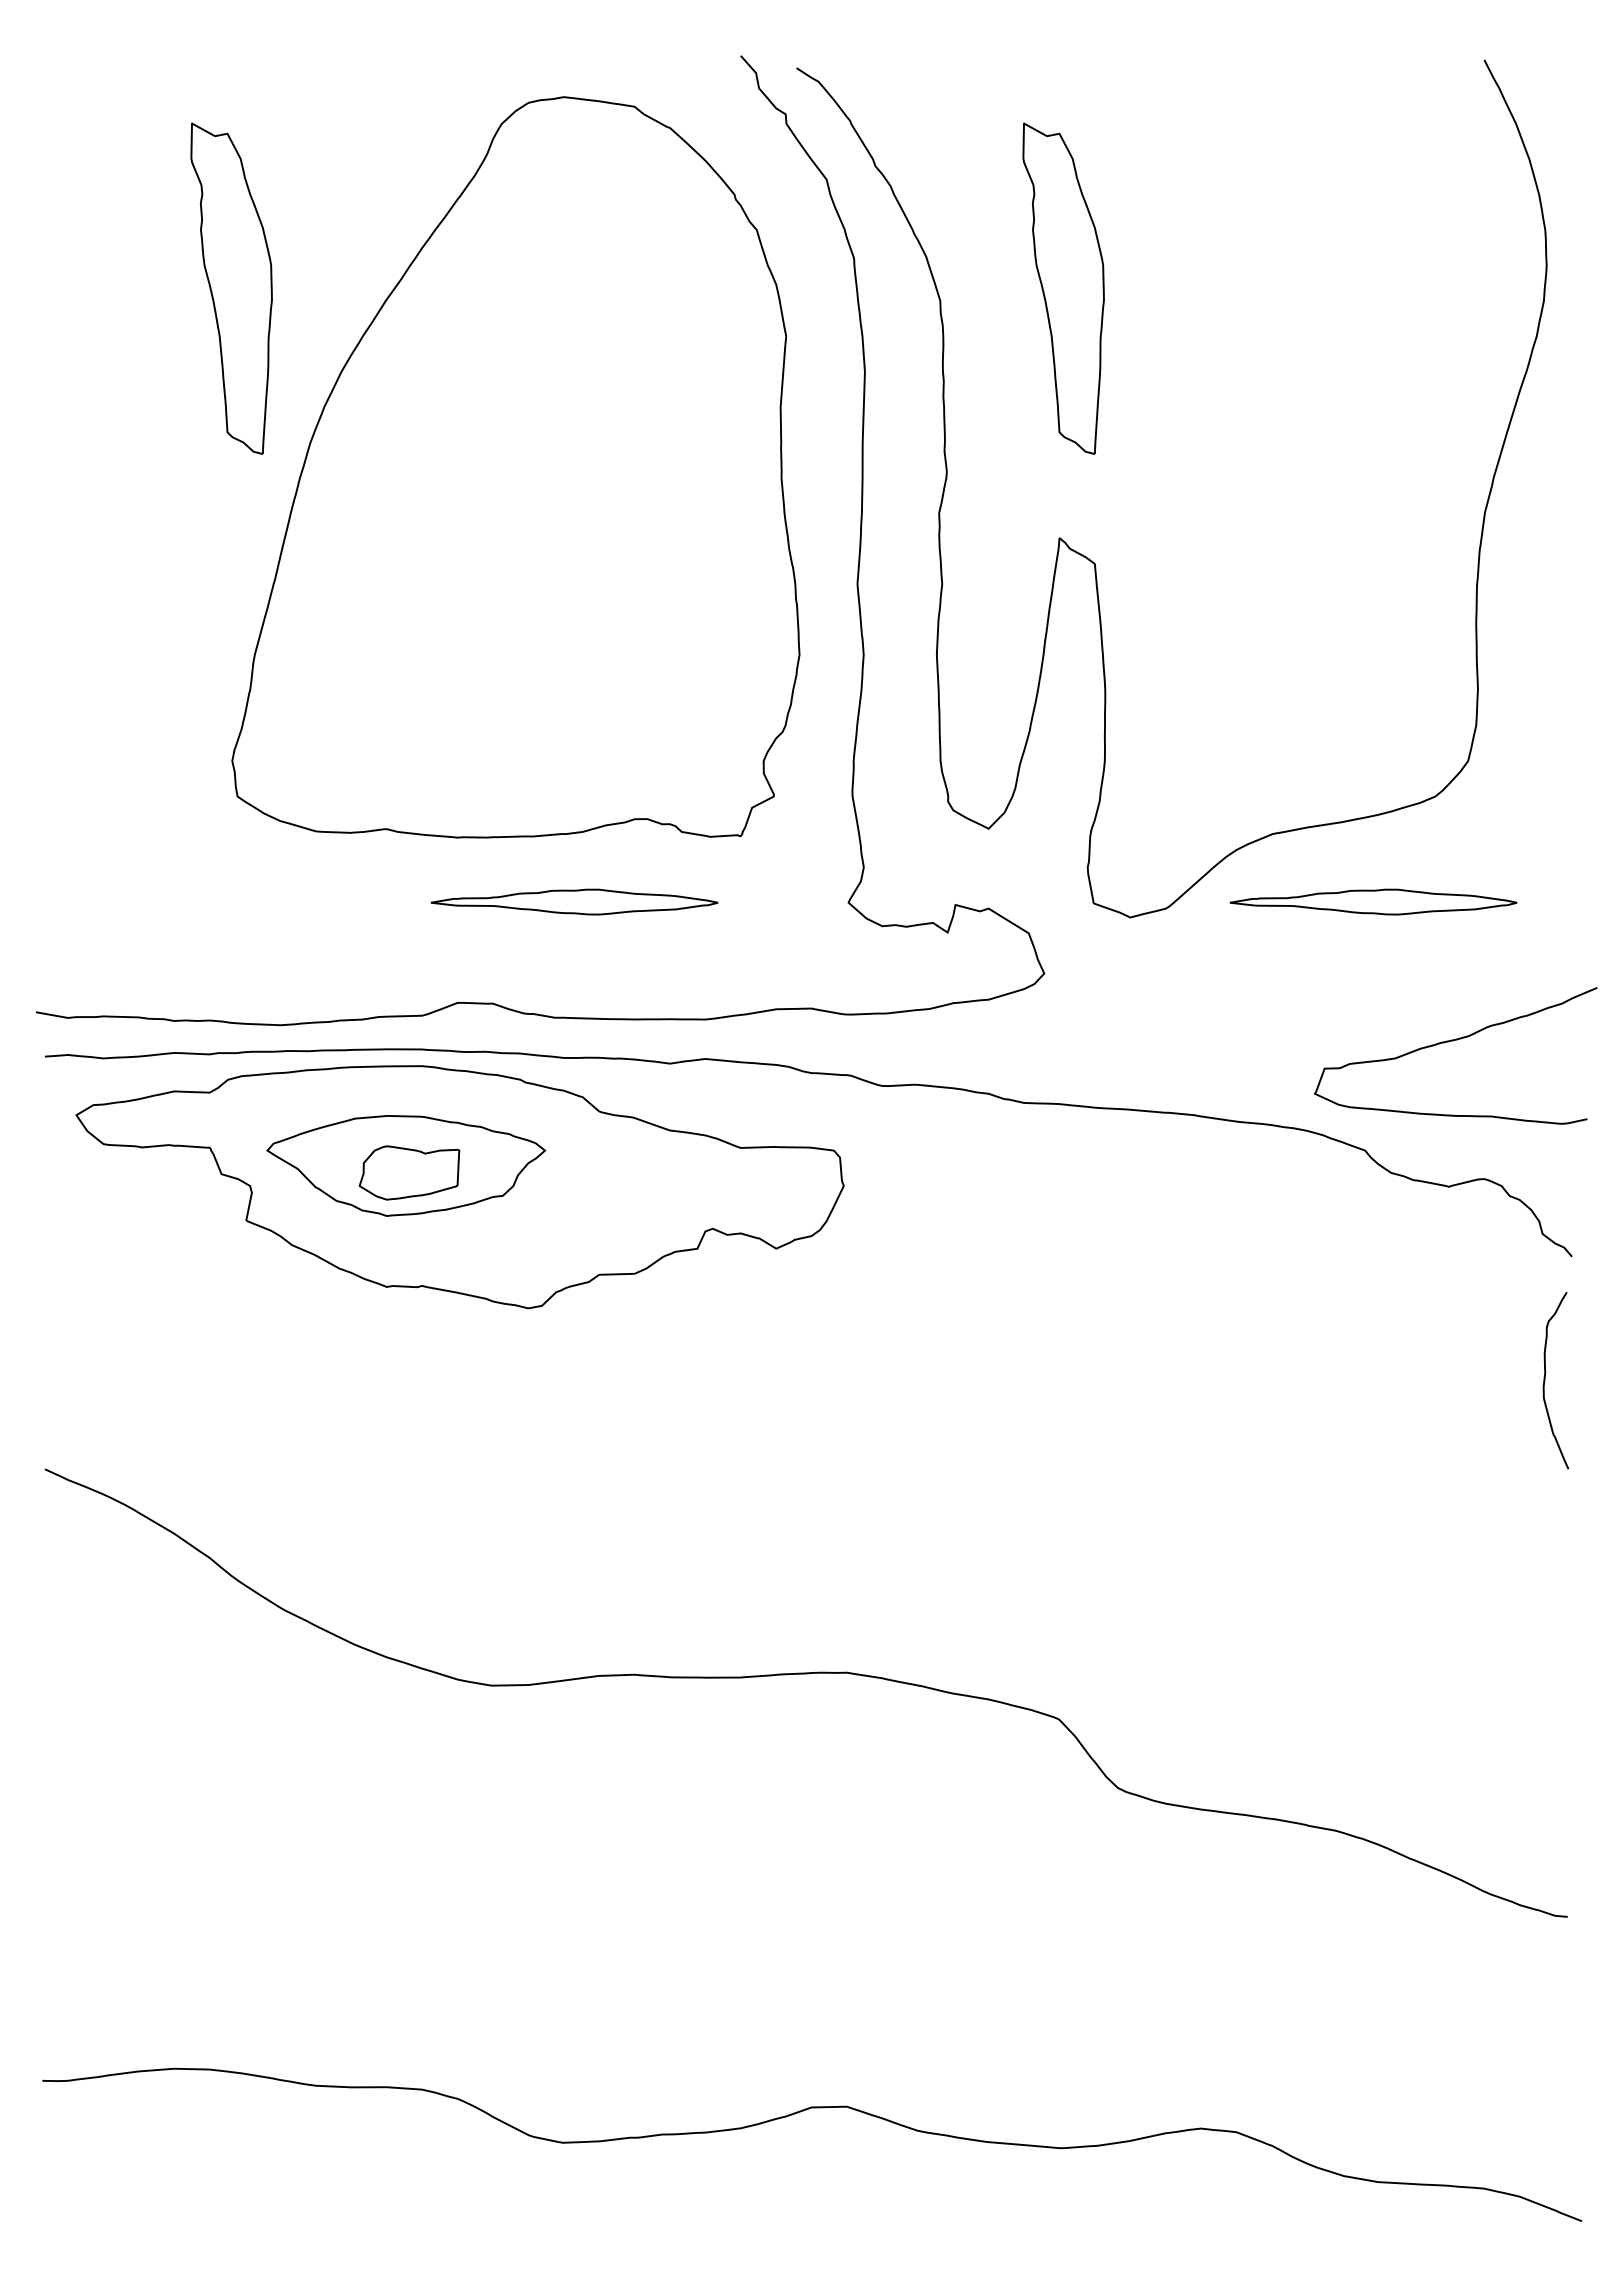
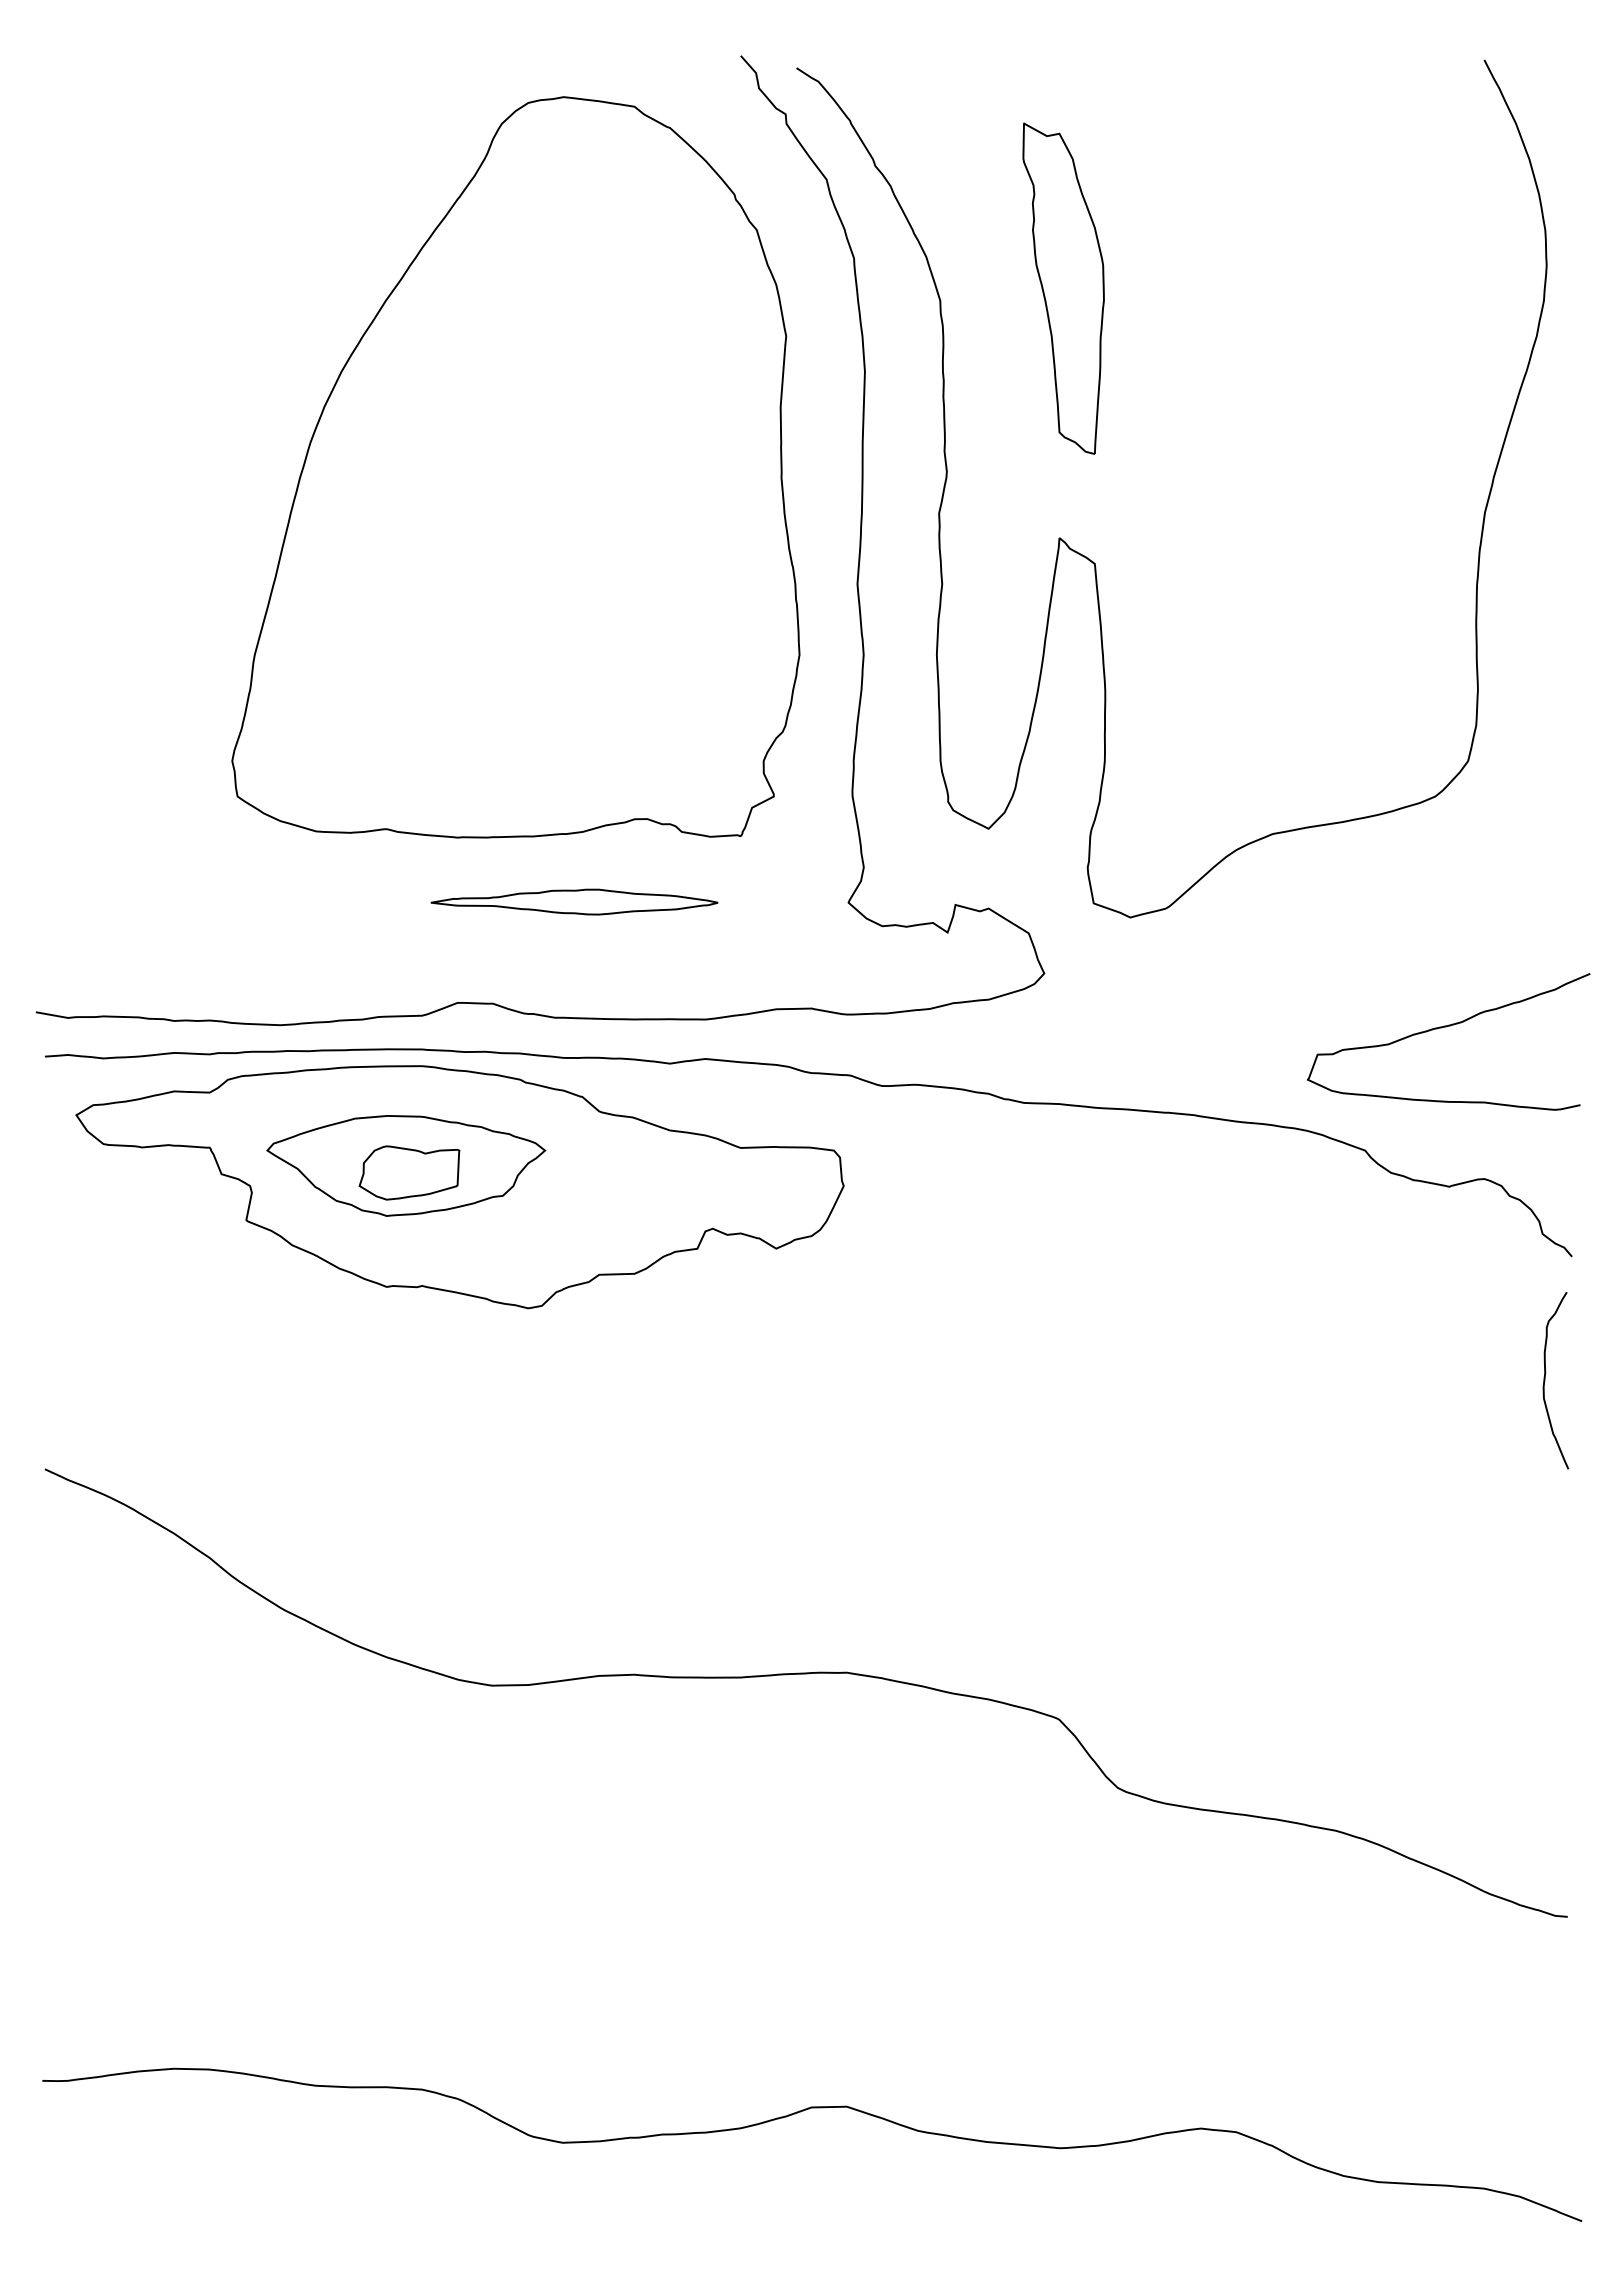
part at (231, 288): present -> none
part at (1373, 901): present -> none
curve at (1453, 1041) position: (1453, 1041) -> (1446, 1027)
